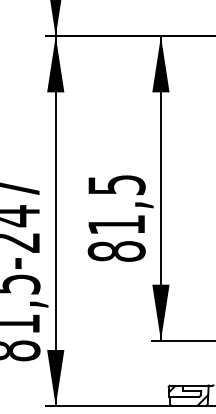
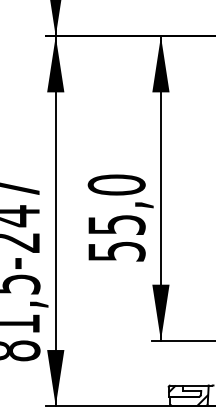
text at (116, 217): 81,5 -> 55,0
